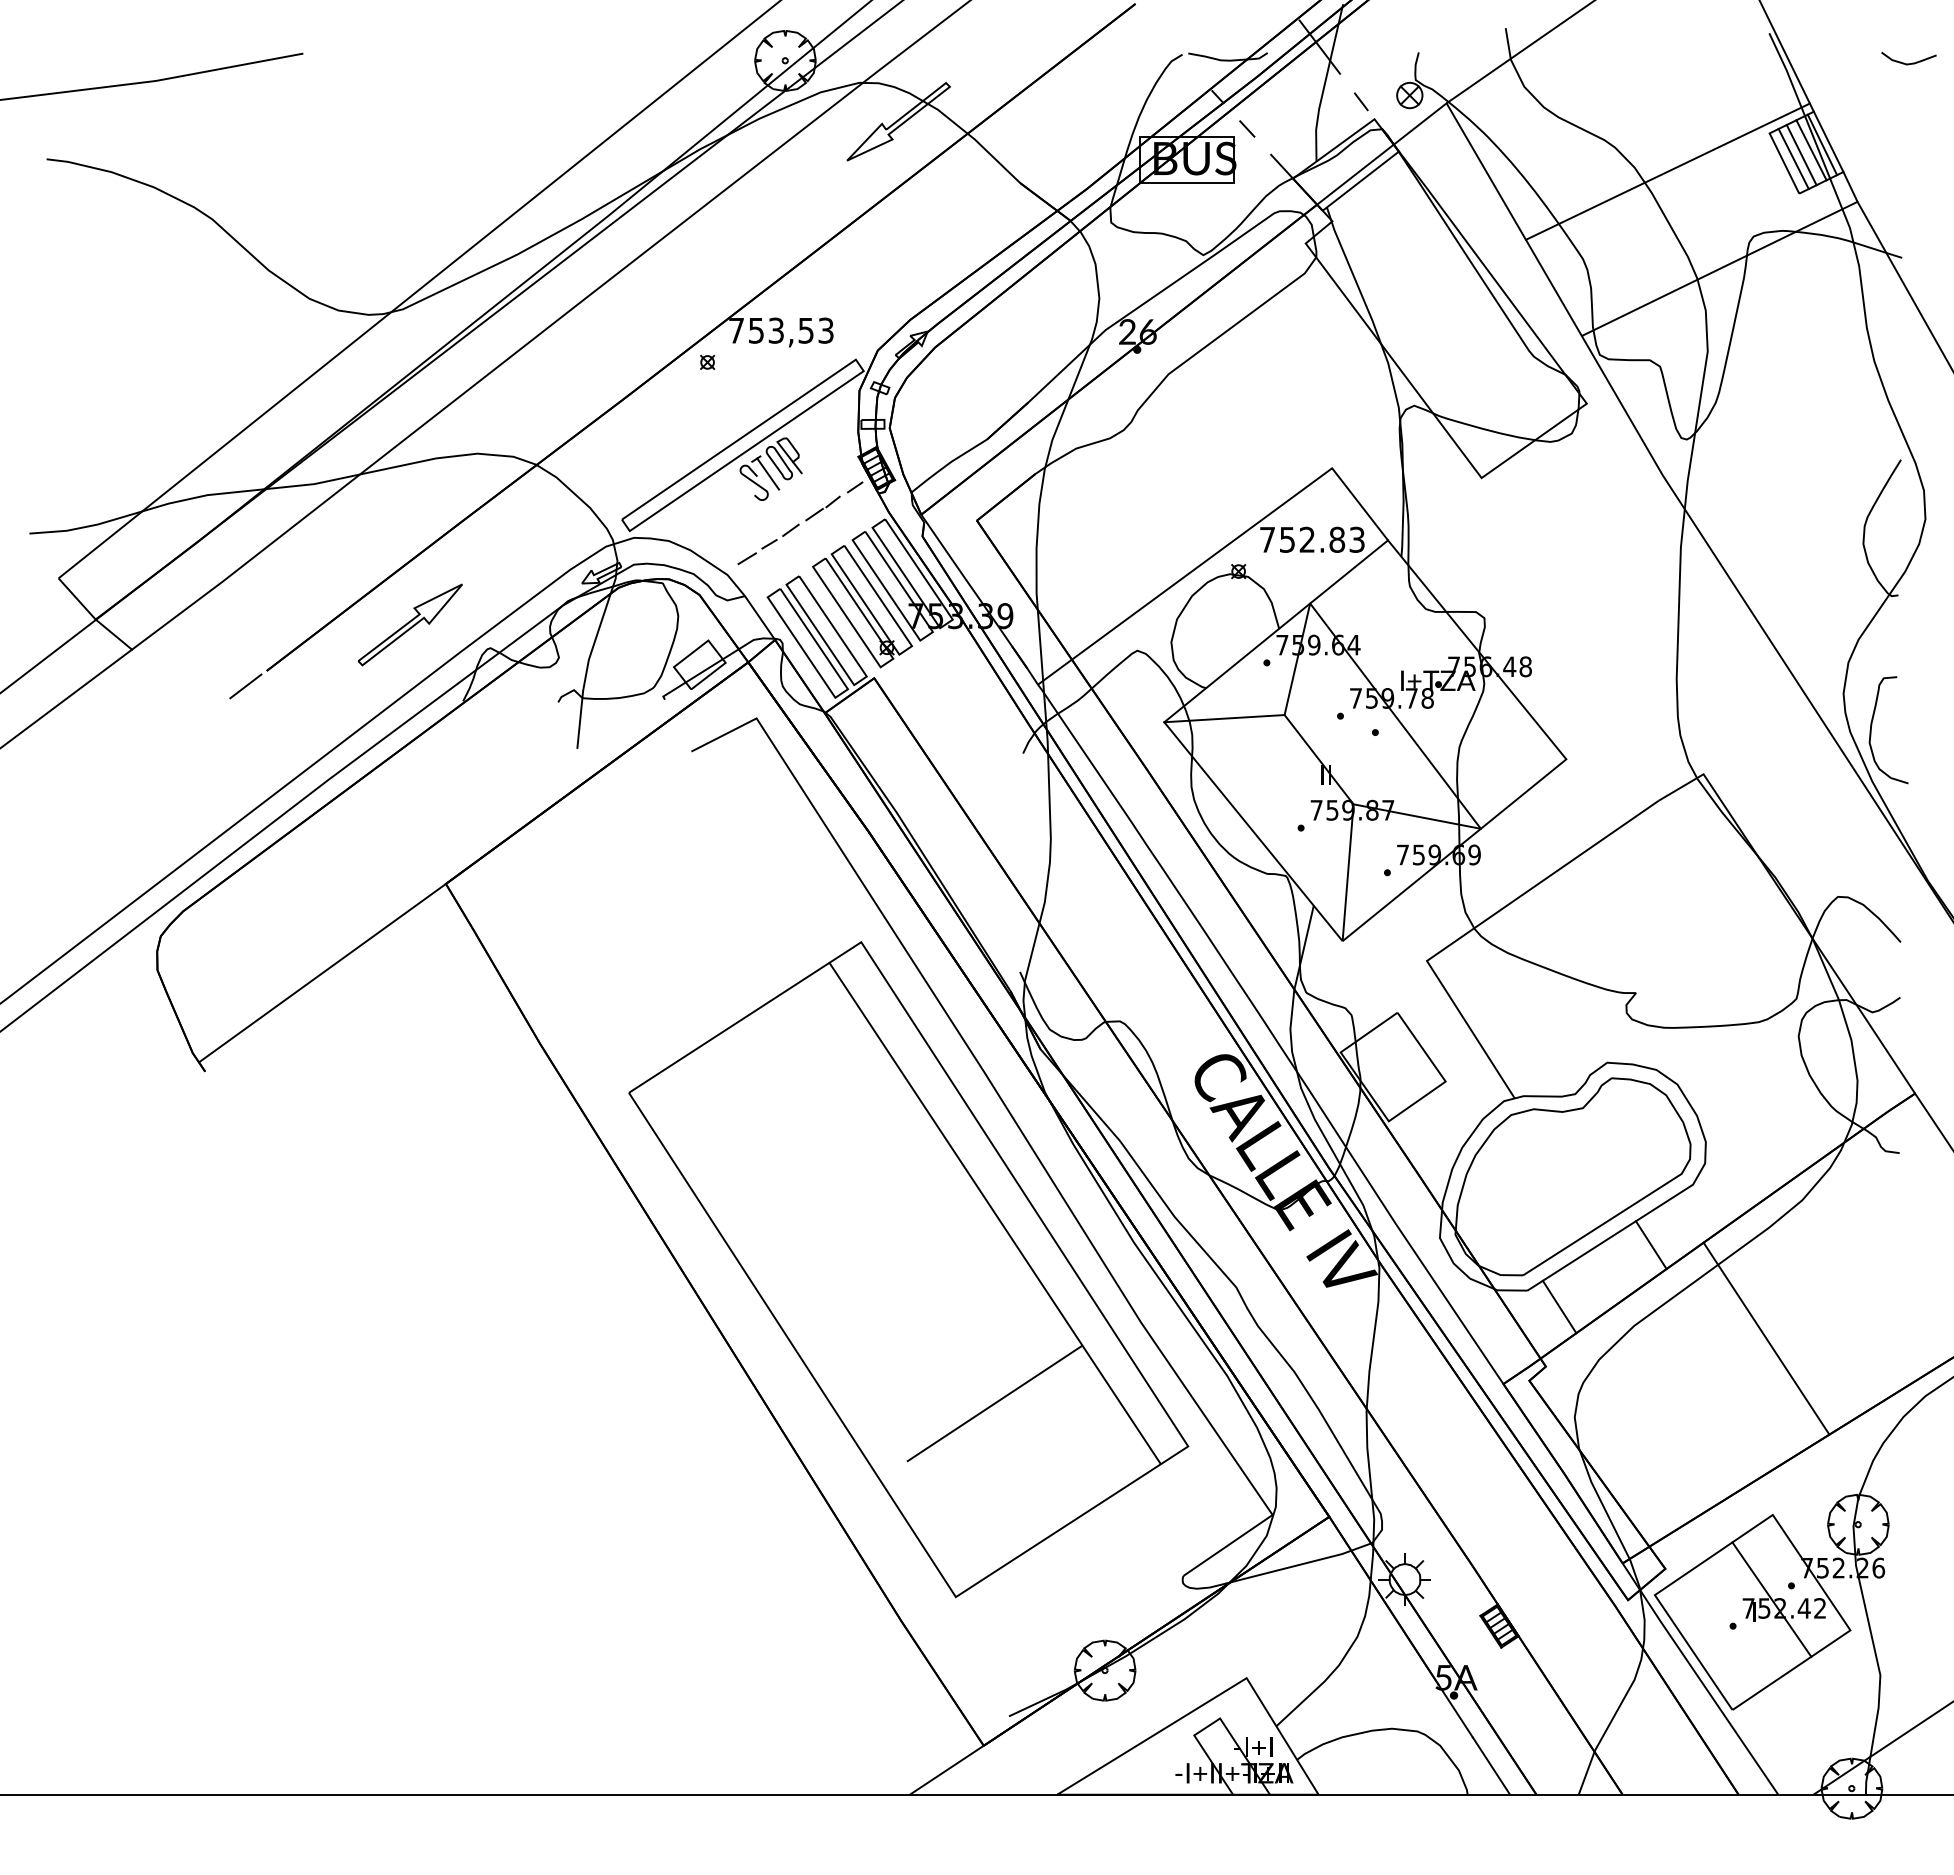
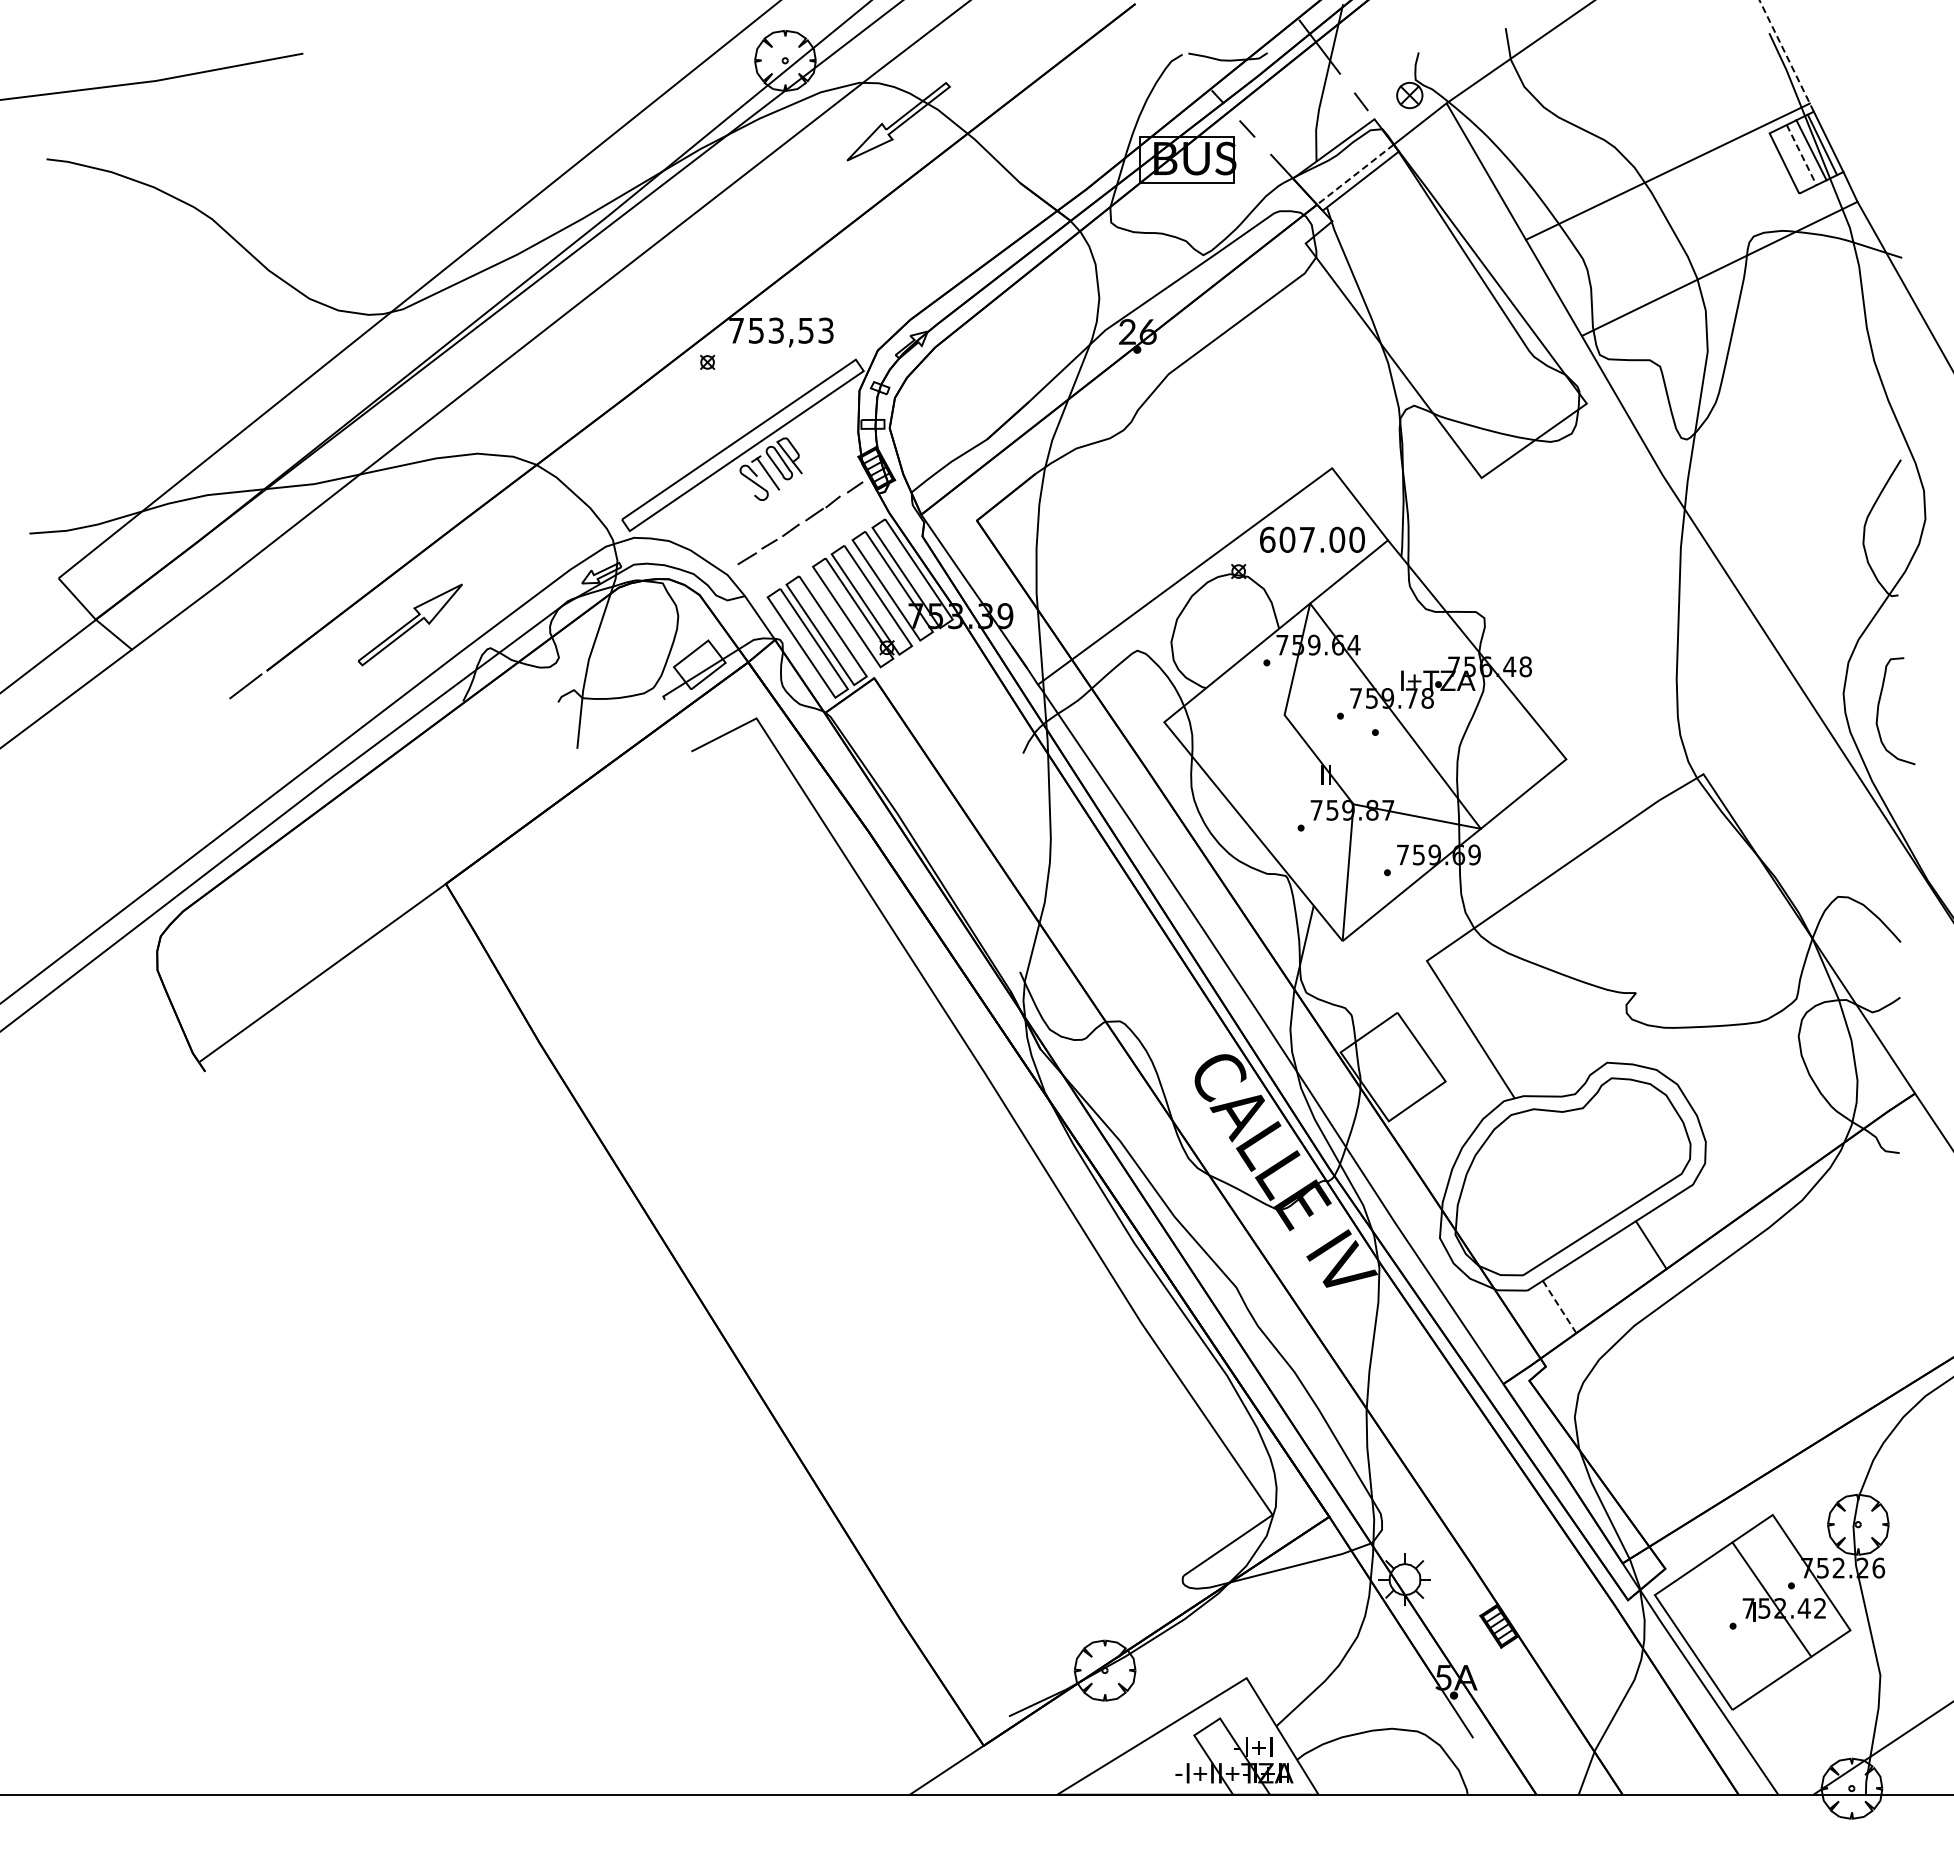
line at (1786, 56): solid -> dashed
curve at (1908, 63): present -> none
line at (1801, 155): solid -> dashed
line at (1793, 158): present -> none
line at (1355, 174): solid -> dashed
text at (1312, 539): 752.83 -> 607.00
line at (1224, 718): present -> none
curve at (1872, 725) position: (1872, 725) -> (1879, 706)
part at (908, 1269): present -> none
line at (1559, 1306): solid -> dashed
line at (1766, 1338): present -> none
line at (1491, 1765): present -> none
